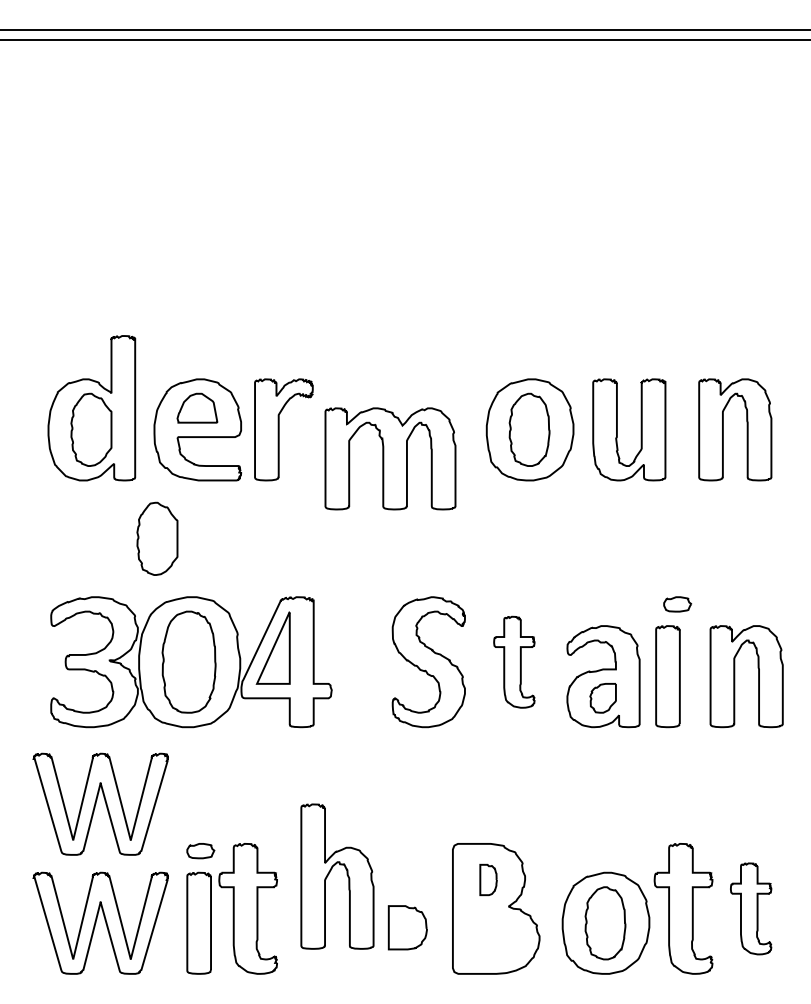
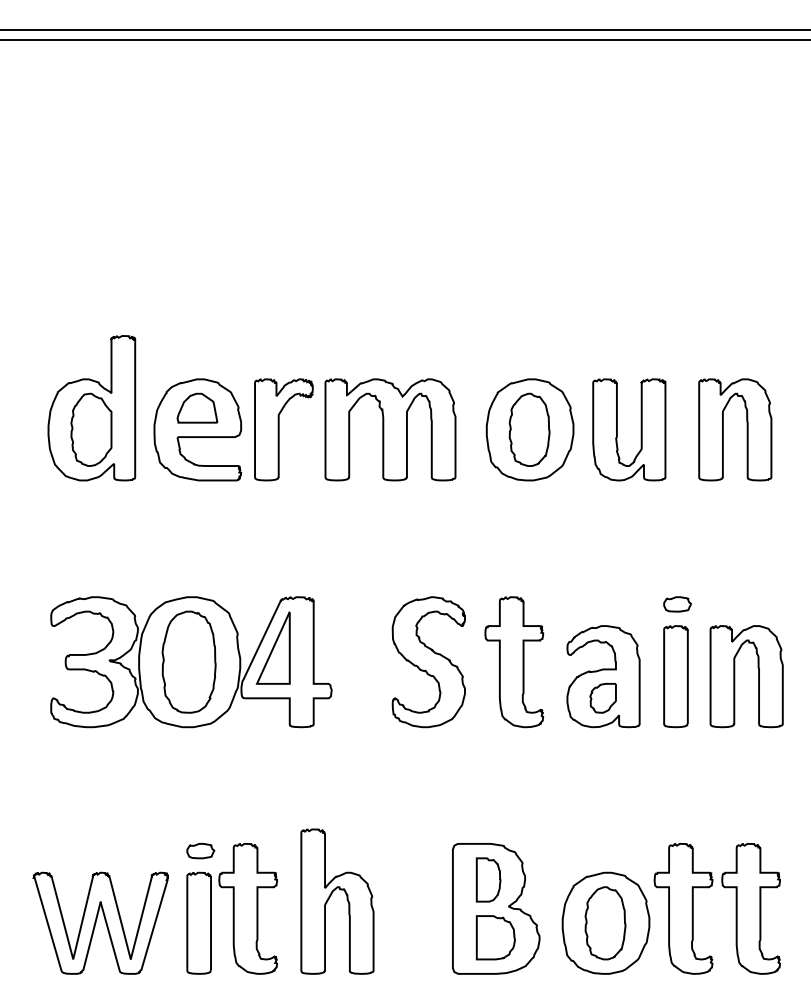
part at (390, 458) position: (390, 458) -> (390, 429)
part at (157, 538): present -> none
part at (514, 661) size: 43x94 px -> 61x133 px
part at (667, 676) position: (667, 676) -> (675, 676)
part at (100, 803): present -> none
part at (330, 872) position: (330, 872) -> (330, 897)
part at (488, 879) size: 19x34 px -> 27x46 px
part at (751, 908) size: 43x94 px -> 60x132 px
part at (407, 927) position: (407, 927) -> (495, 937)
